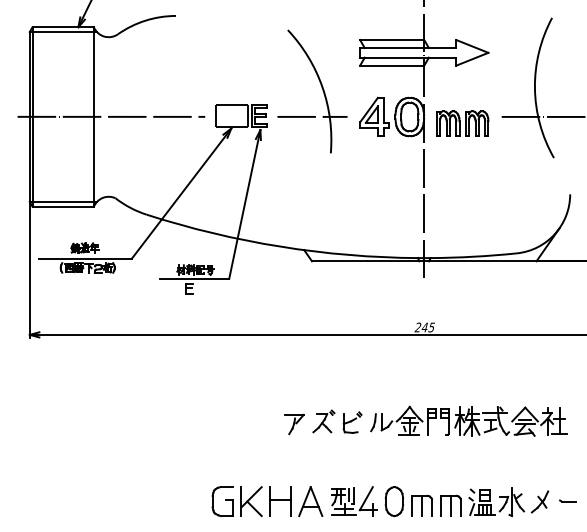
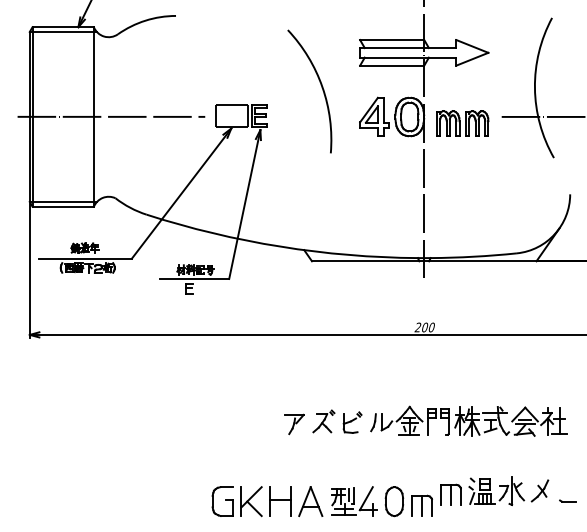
line at (312, 116): present -> none
text at (427, 327): 245 -> 200
part at (494, 501) position: (494, 501) -> (494, 490)
